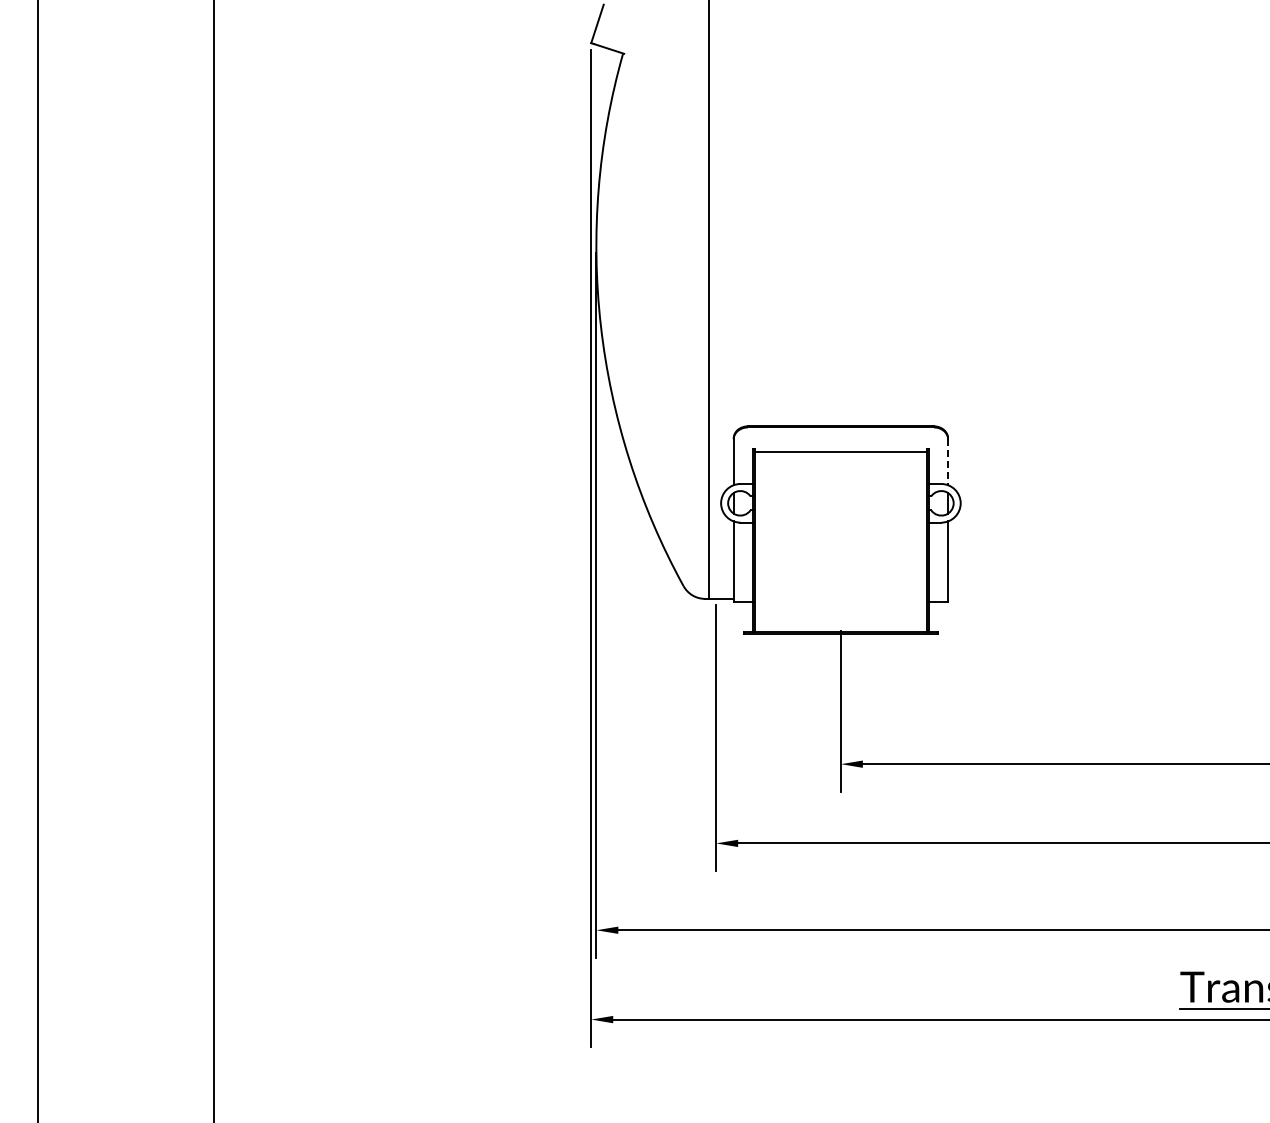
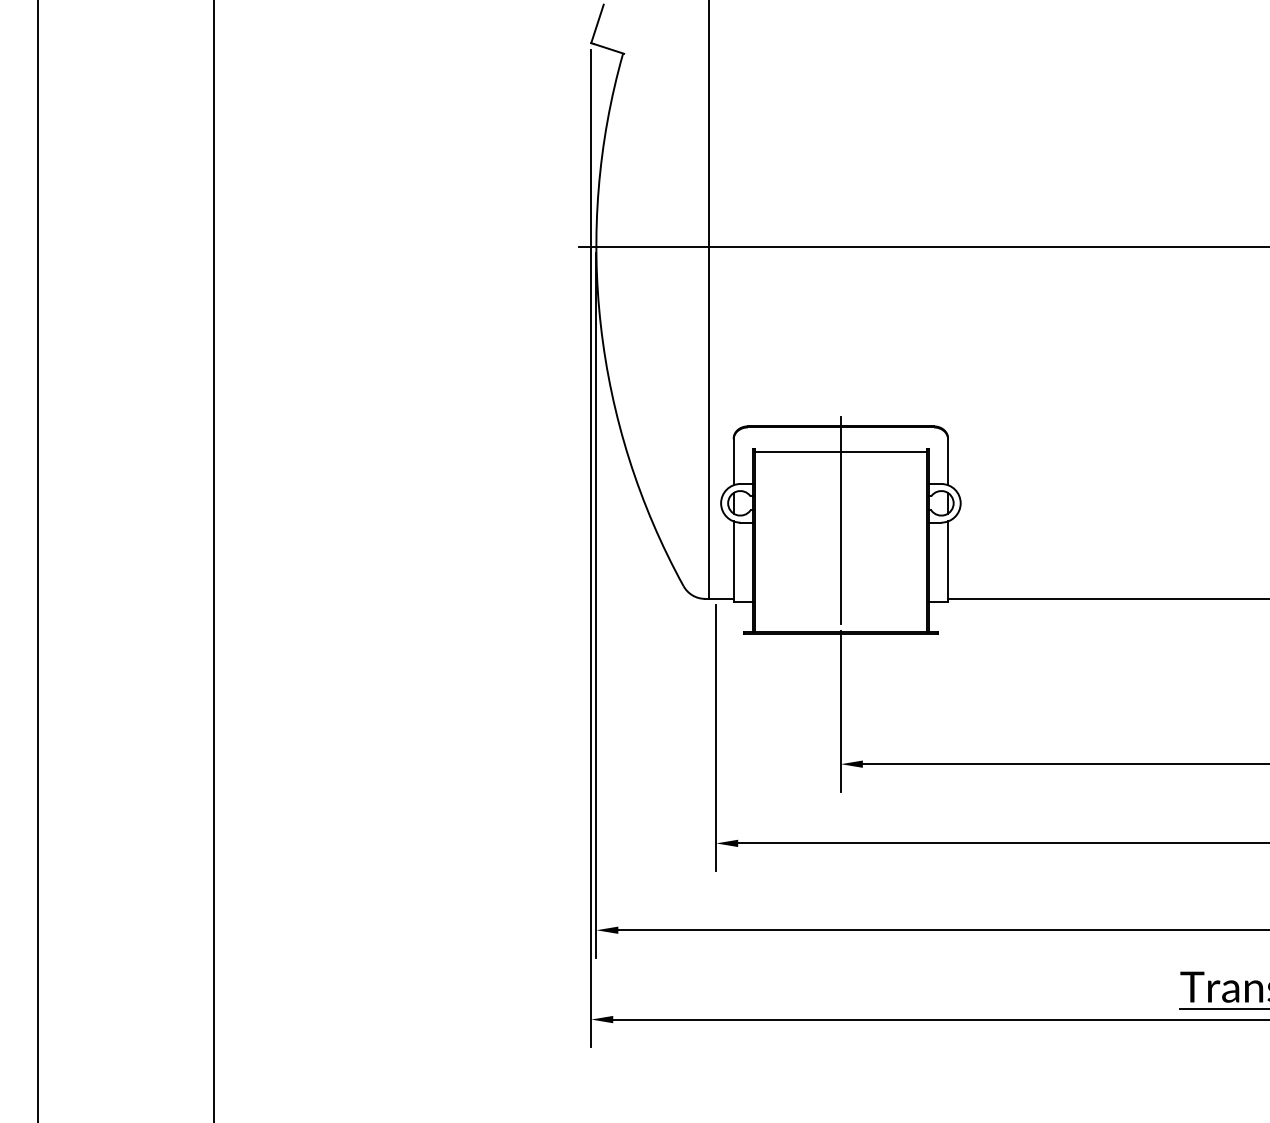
line at (922, 246): none -> present
line at (948, 462): dashed -> solid
line at (840, 520): none -> present
line at (1107, 598): none -> present
